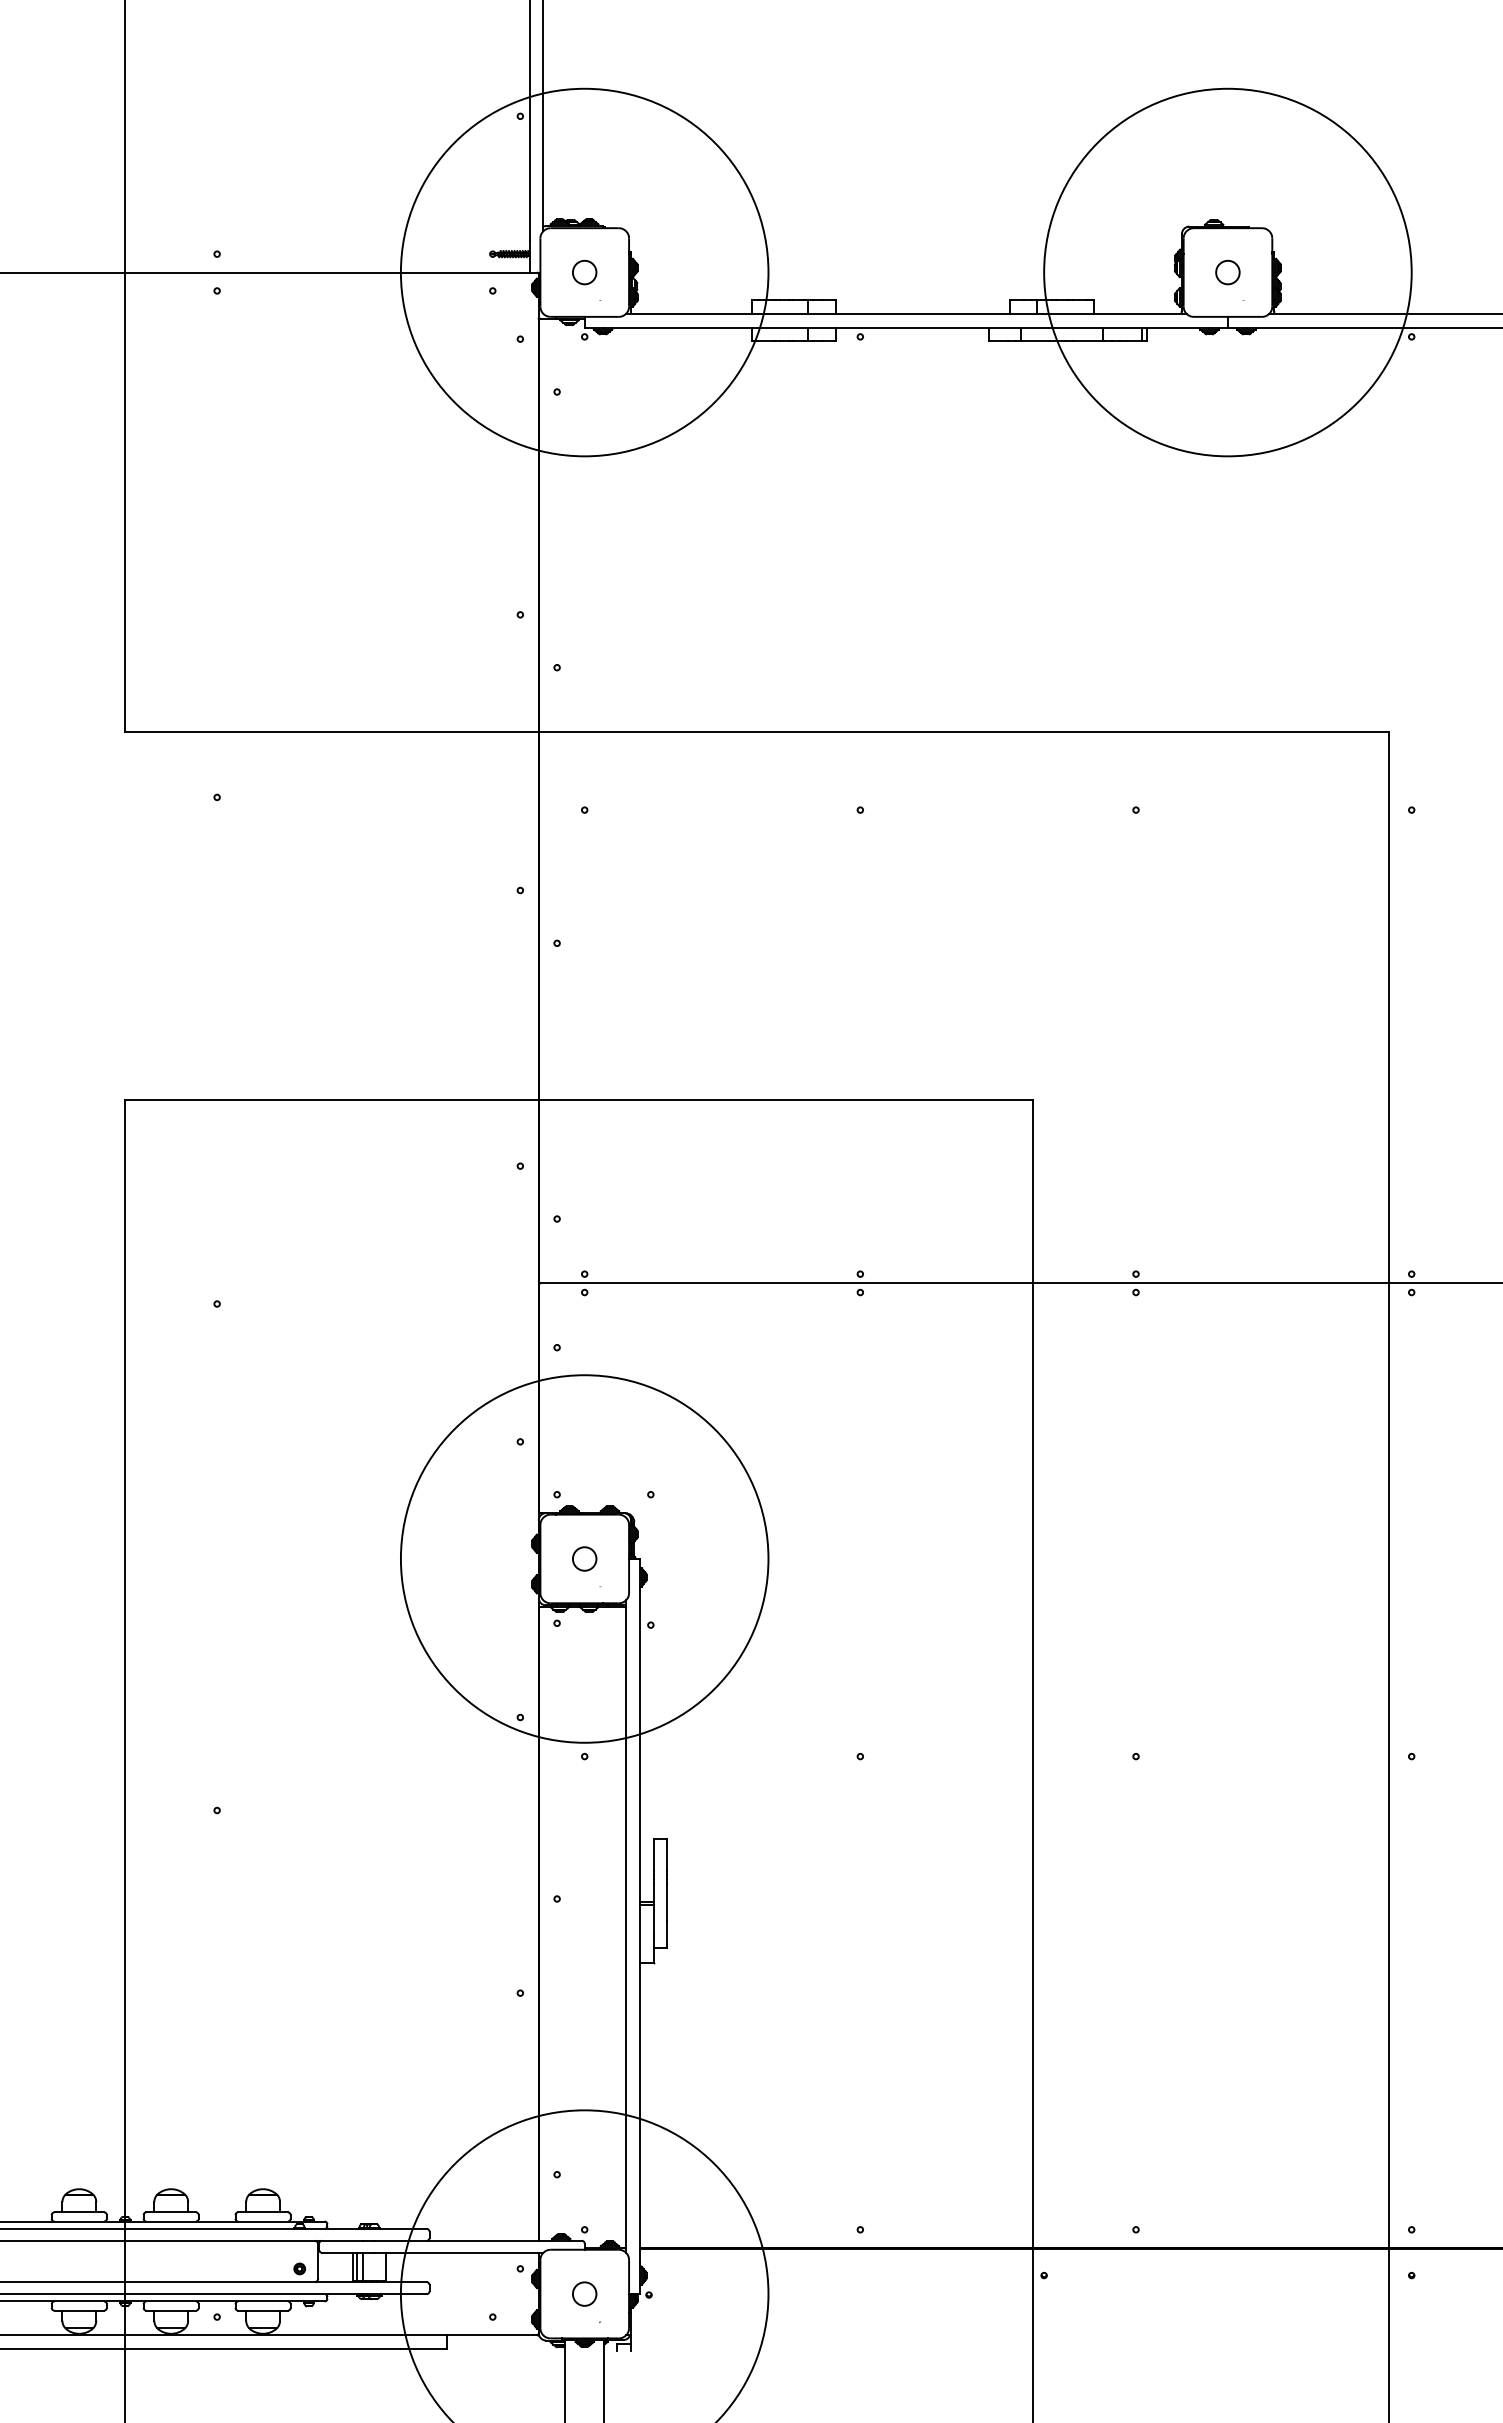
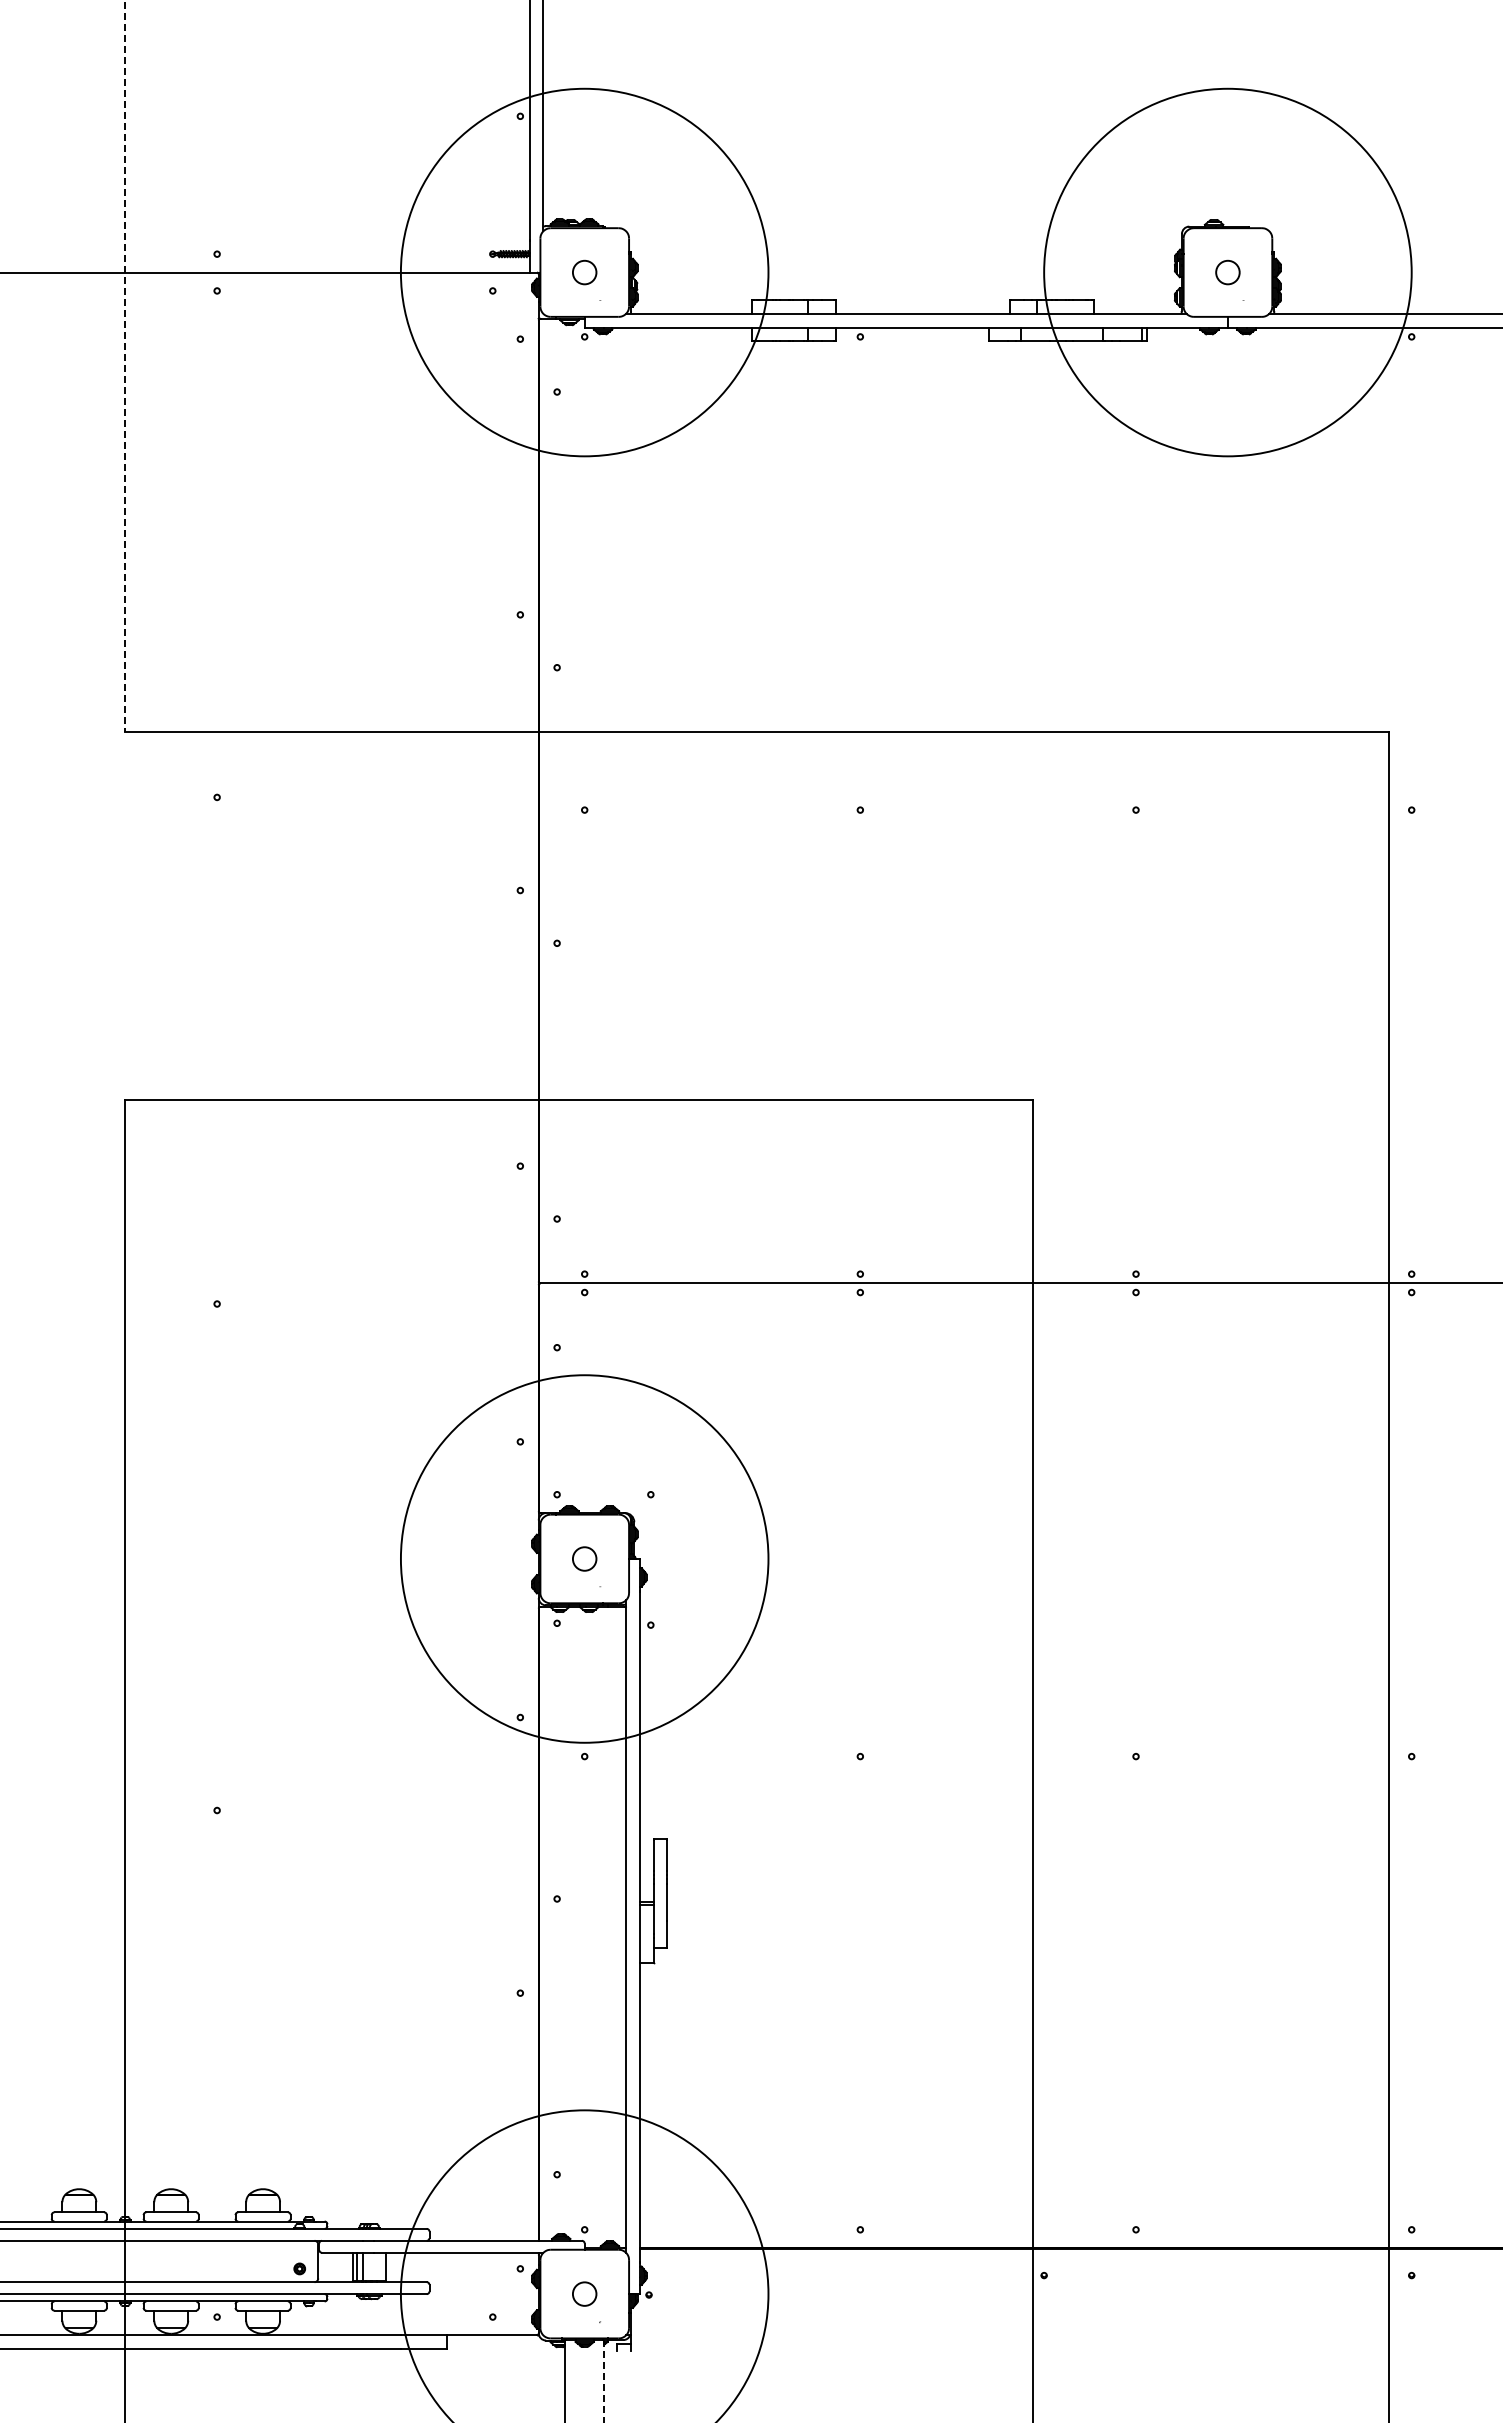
line at (125, 366): solid -> dashed
line at (604, 2381): solid -> dashed
